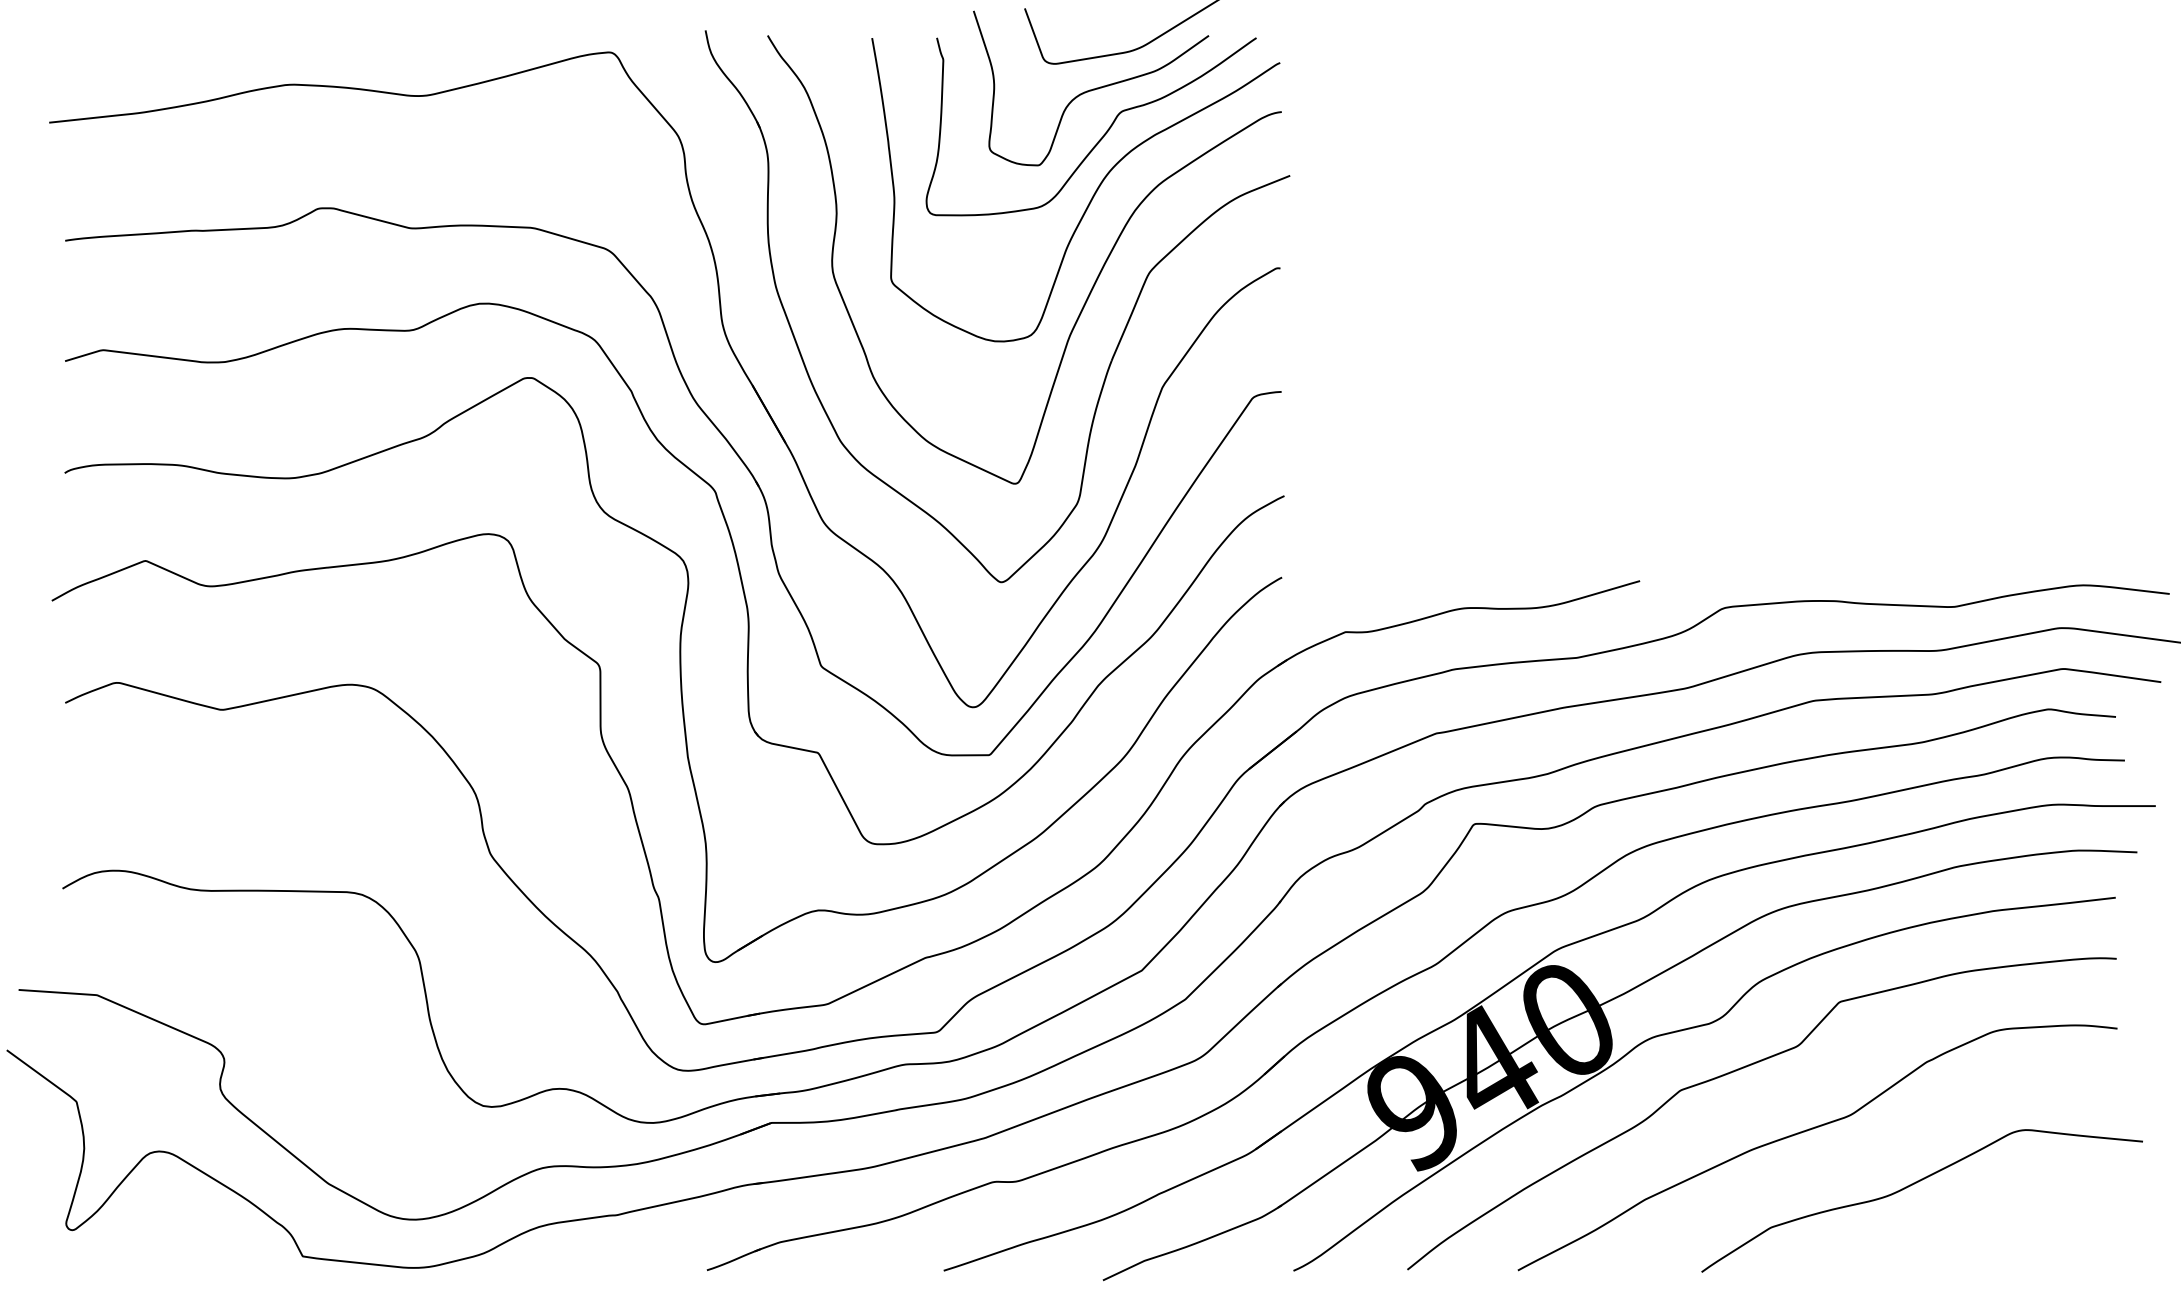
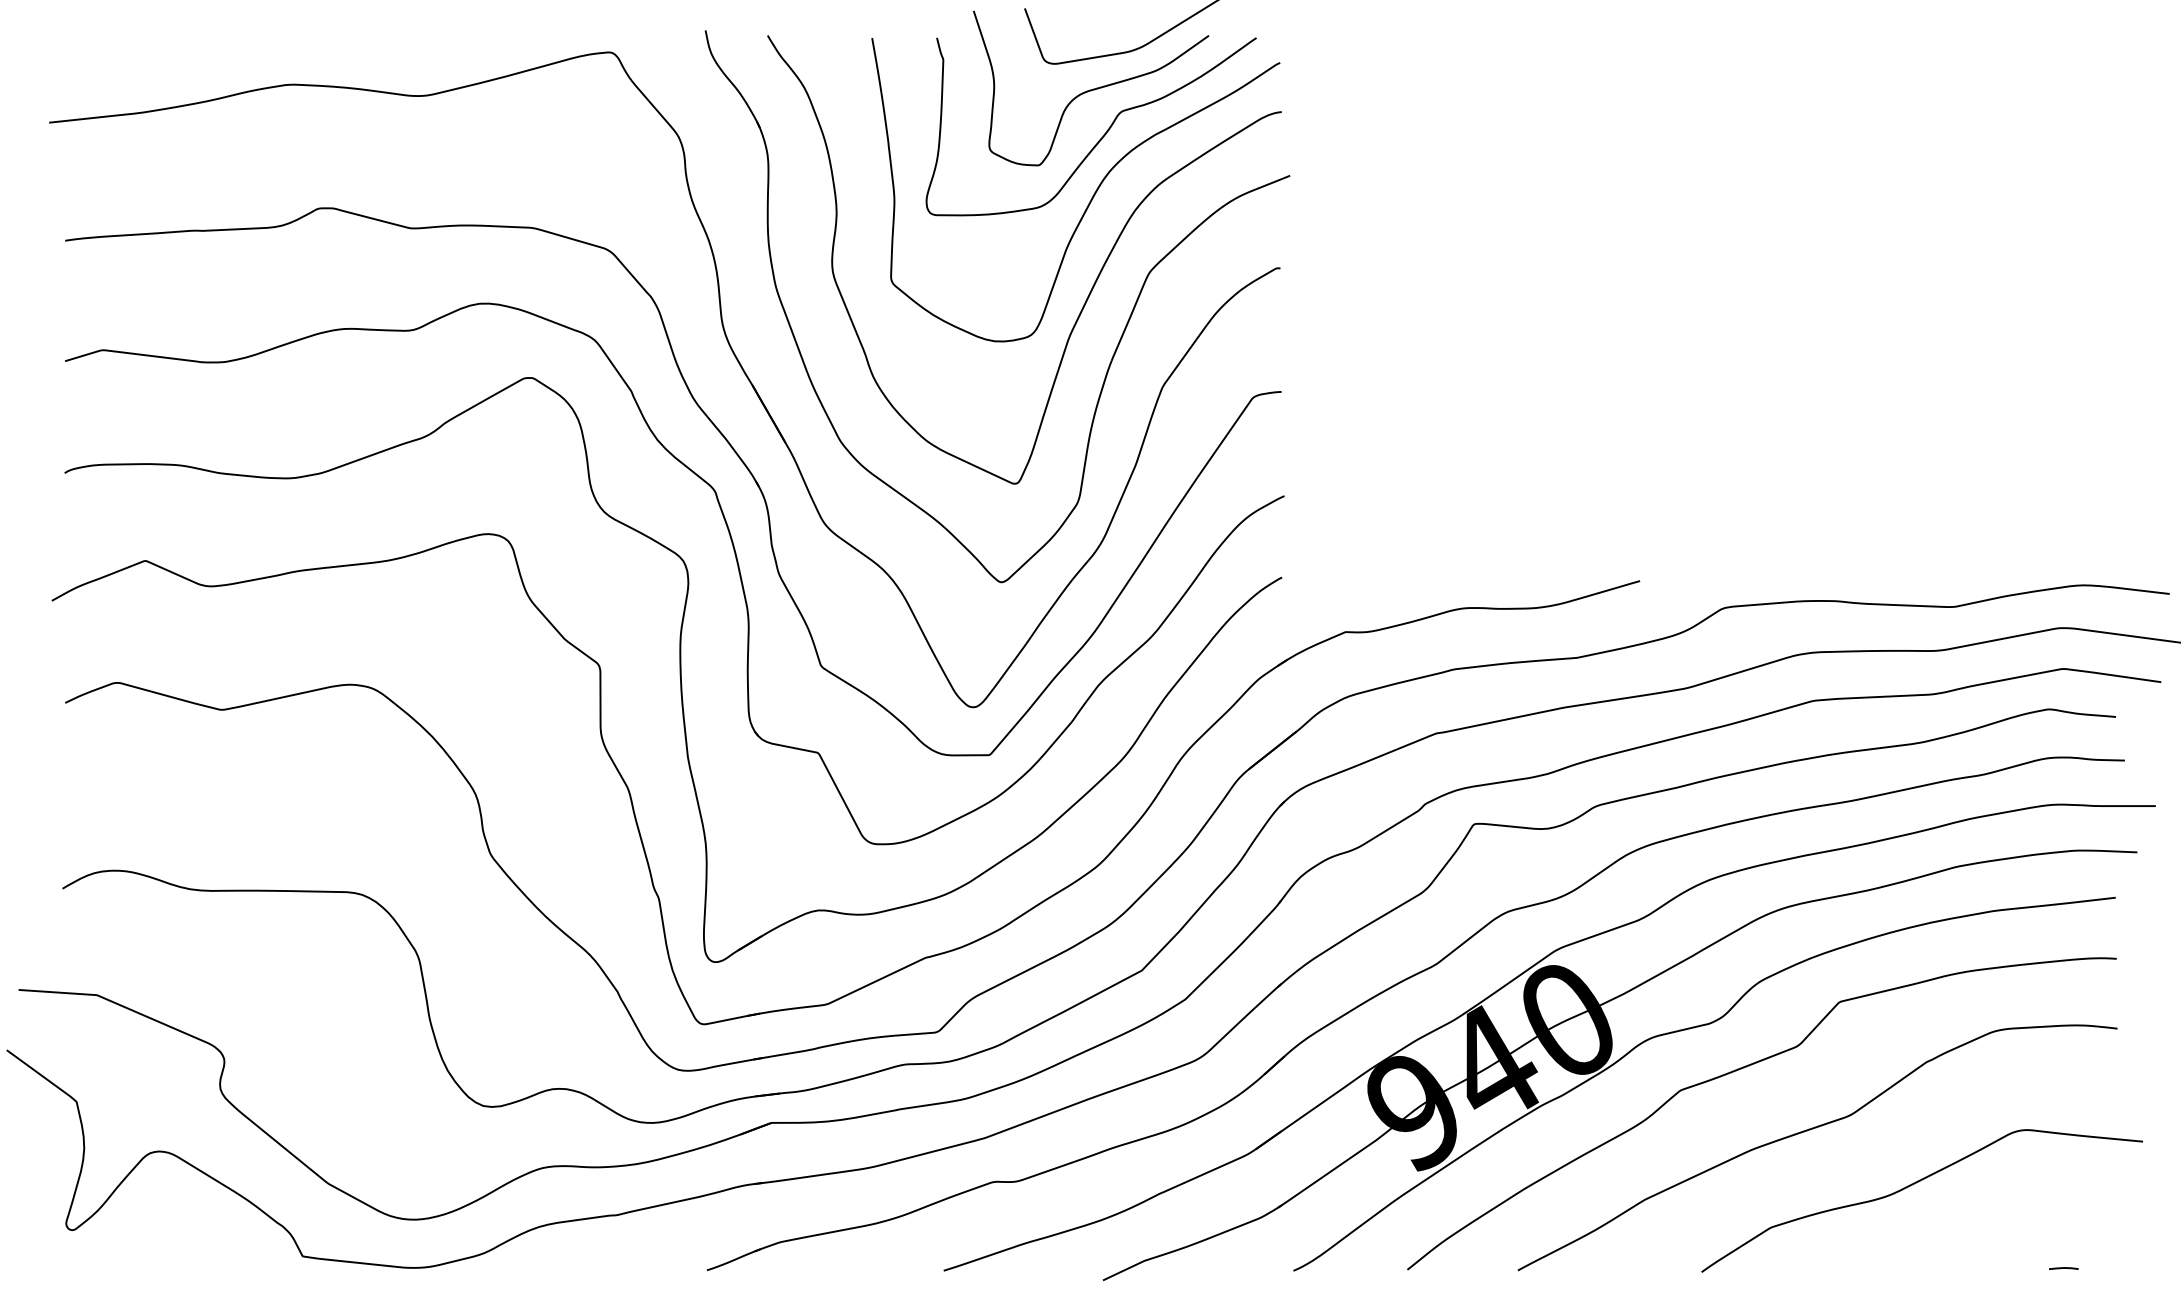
line at (2063, 1268): none -> present
